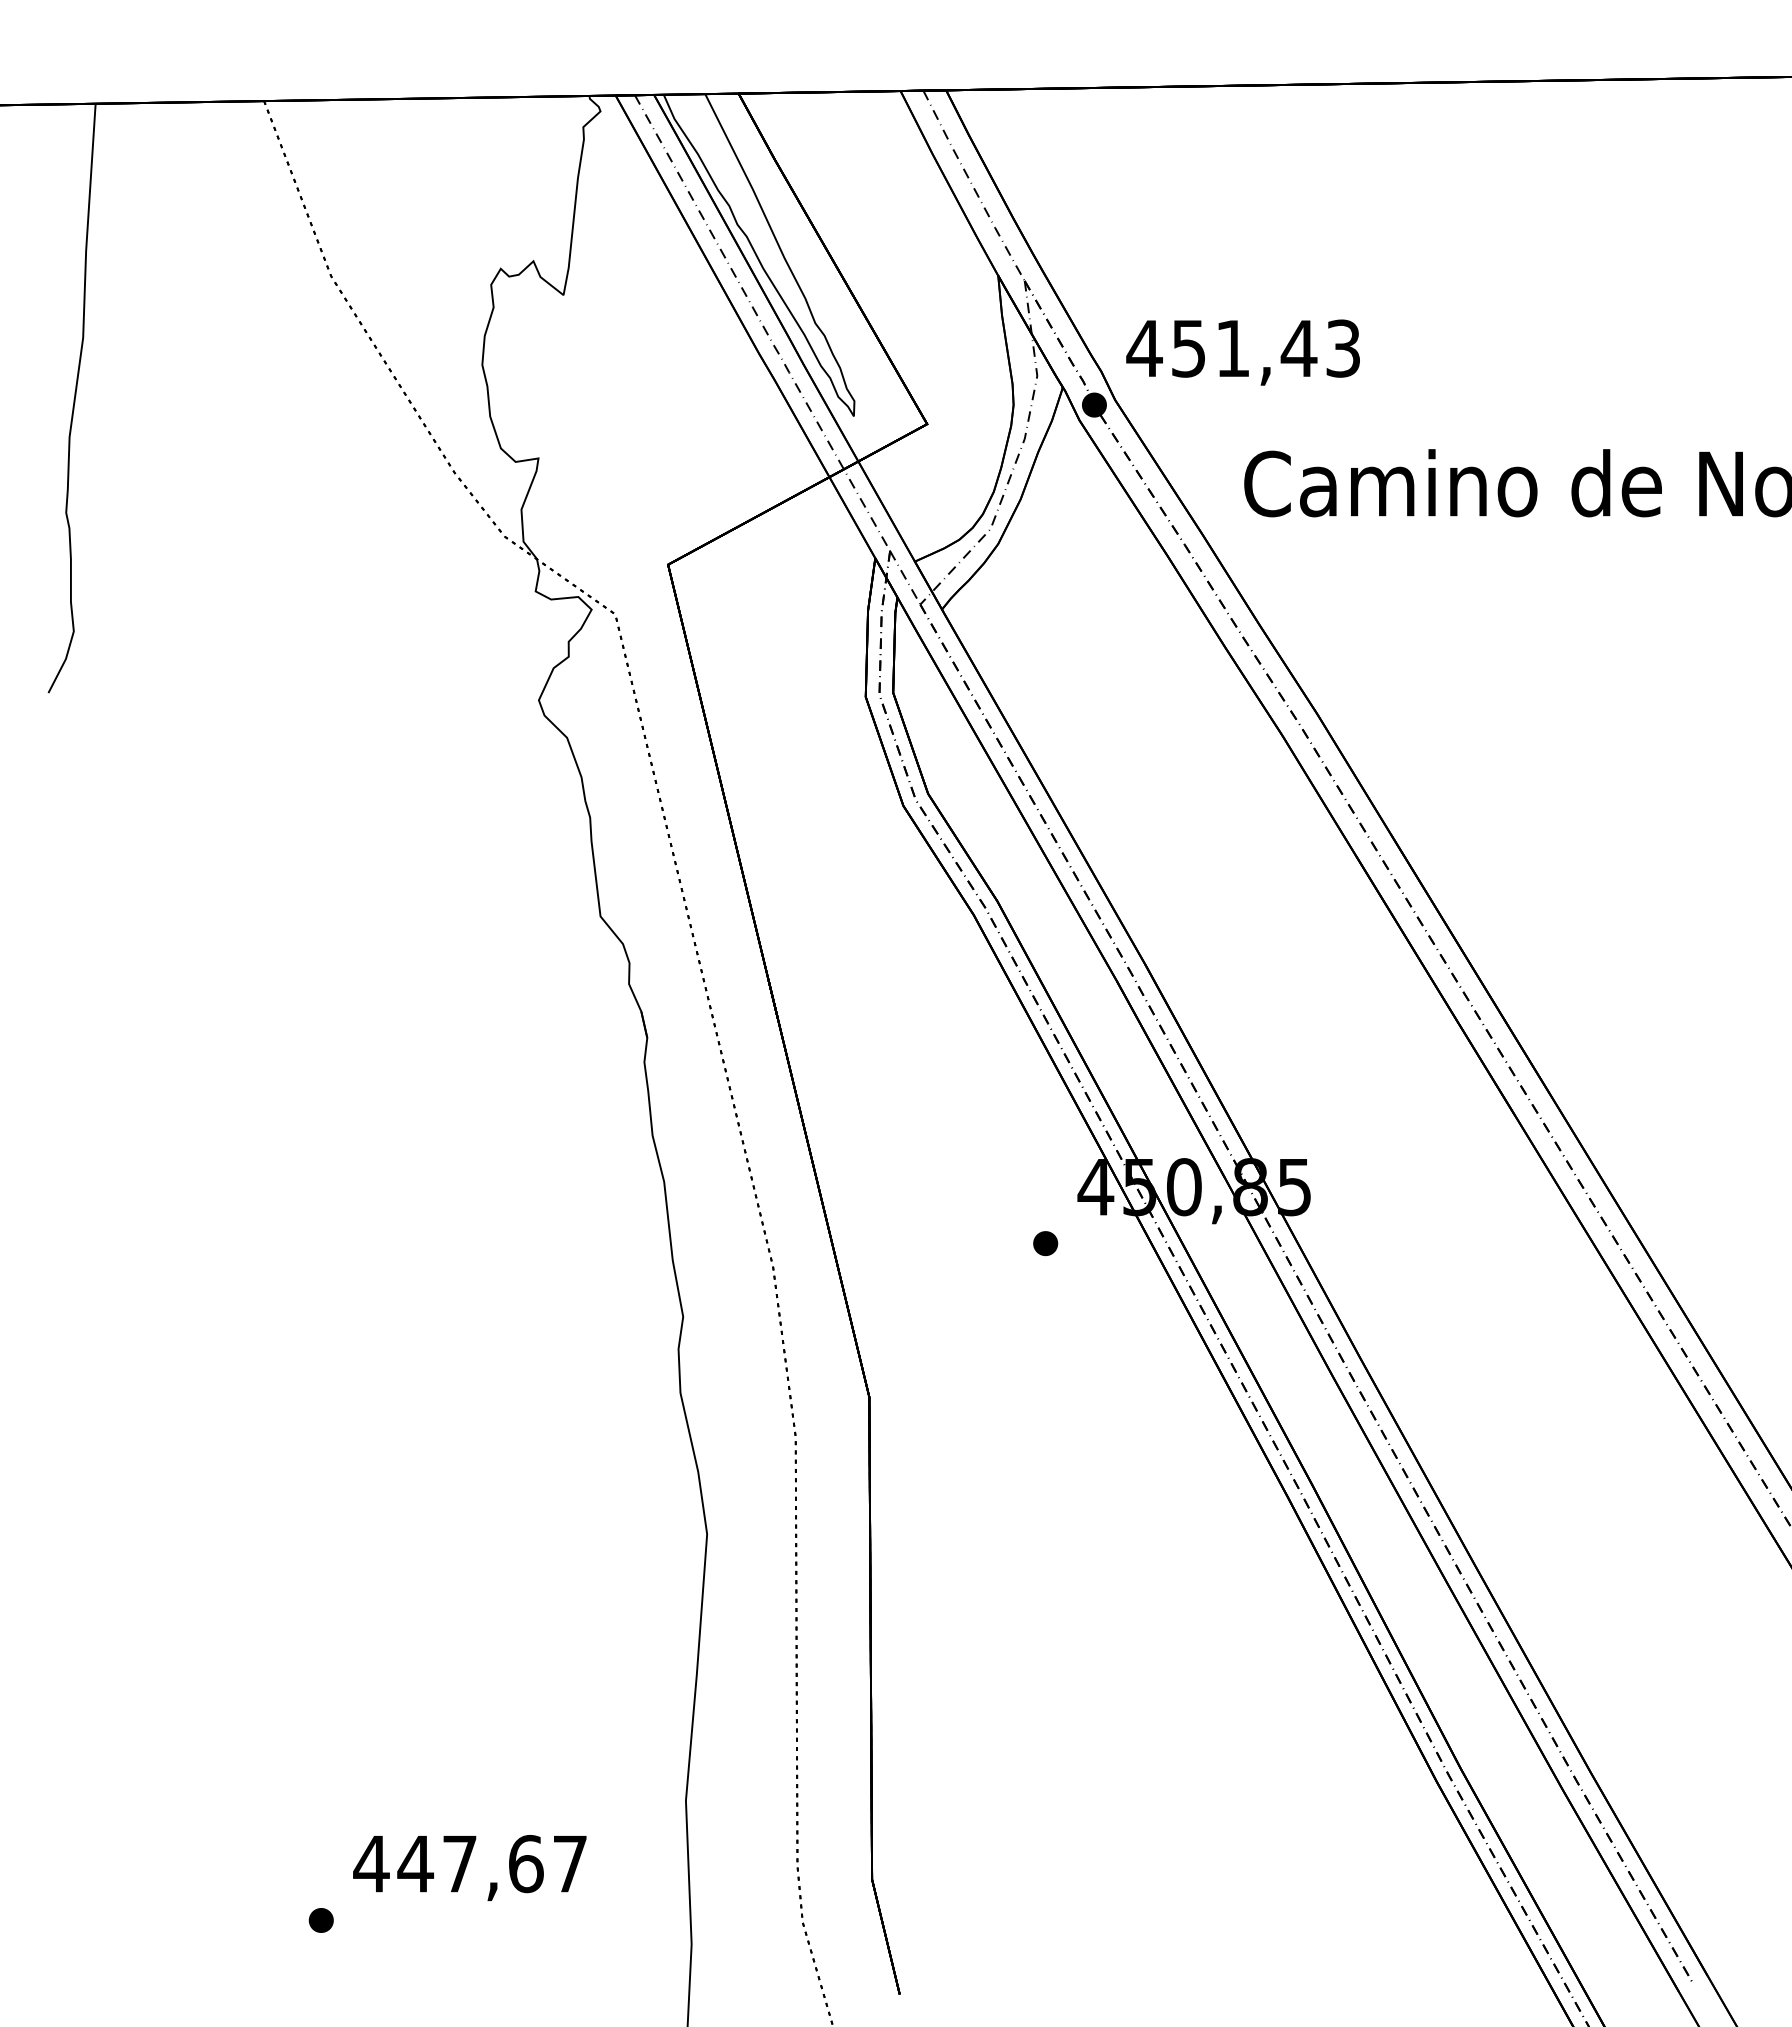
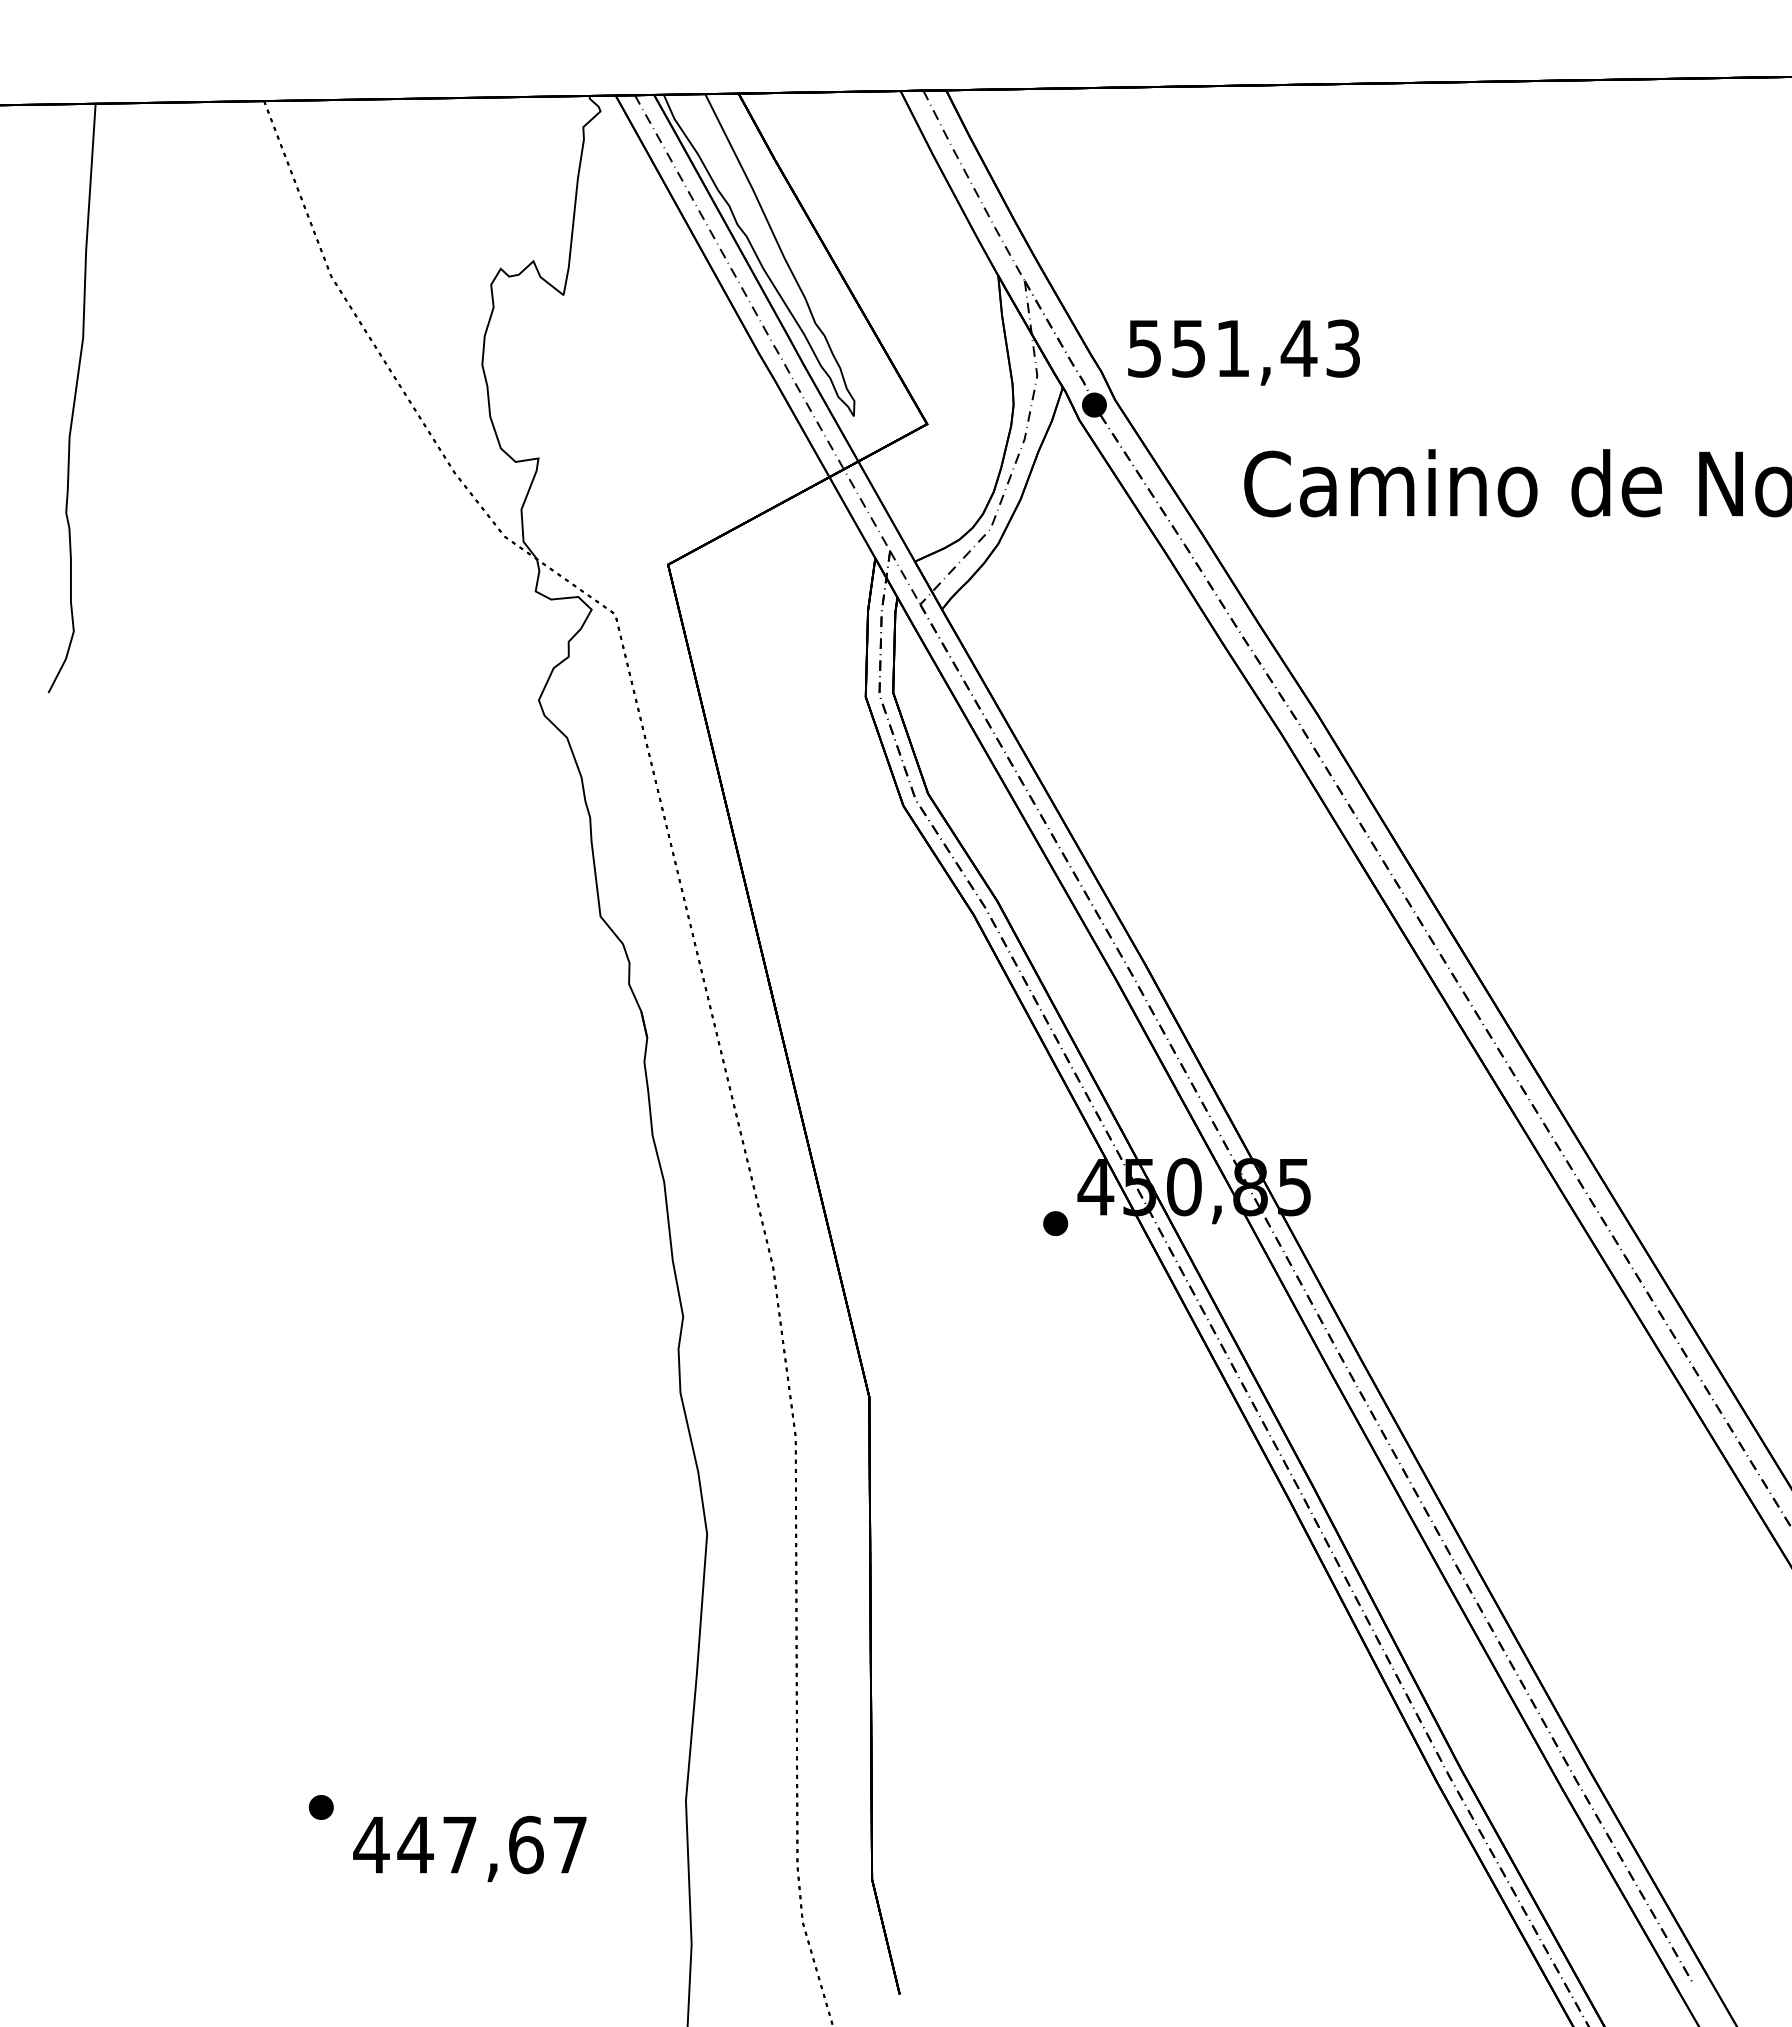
text at (1144, 348): 451,43 -> 551,43
part at (1045, 1243) position: (1045, 1243) -> (1055, 1223)
text at (469, 1867) position: (469, 1867) -> (469, 1848)
part at (320, 1920) position: (320, 1920) -> (320, 1807)
